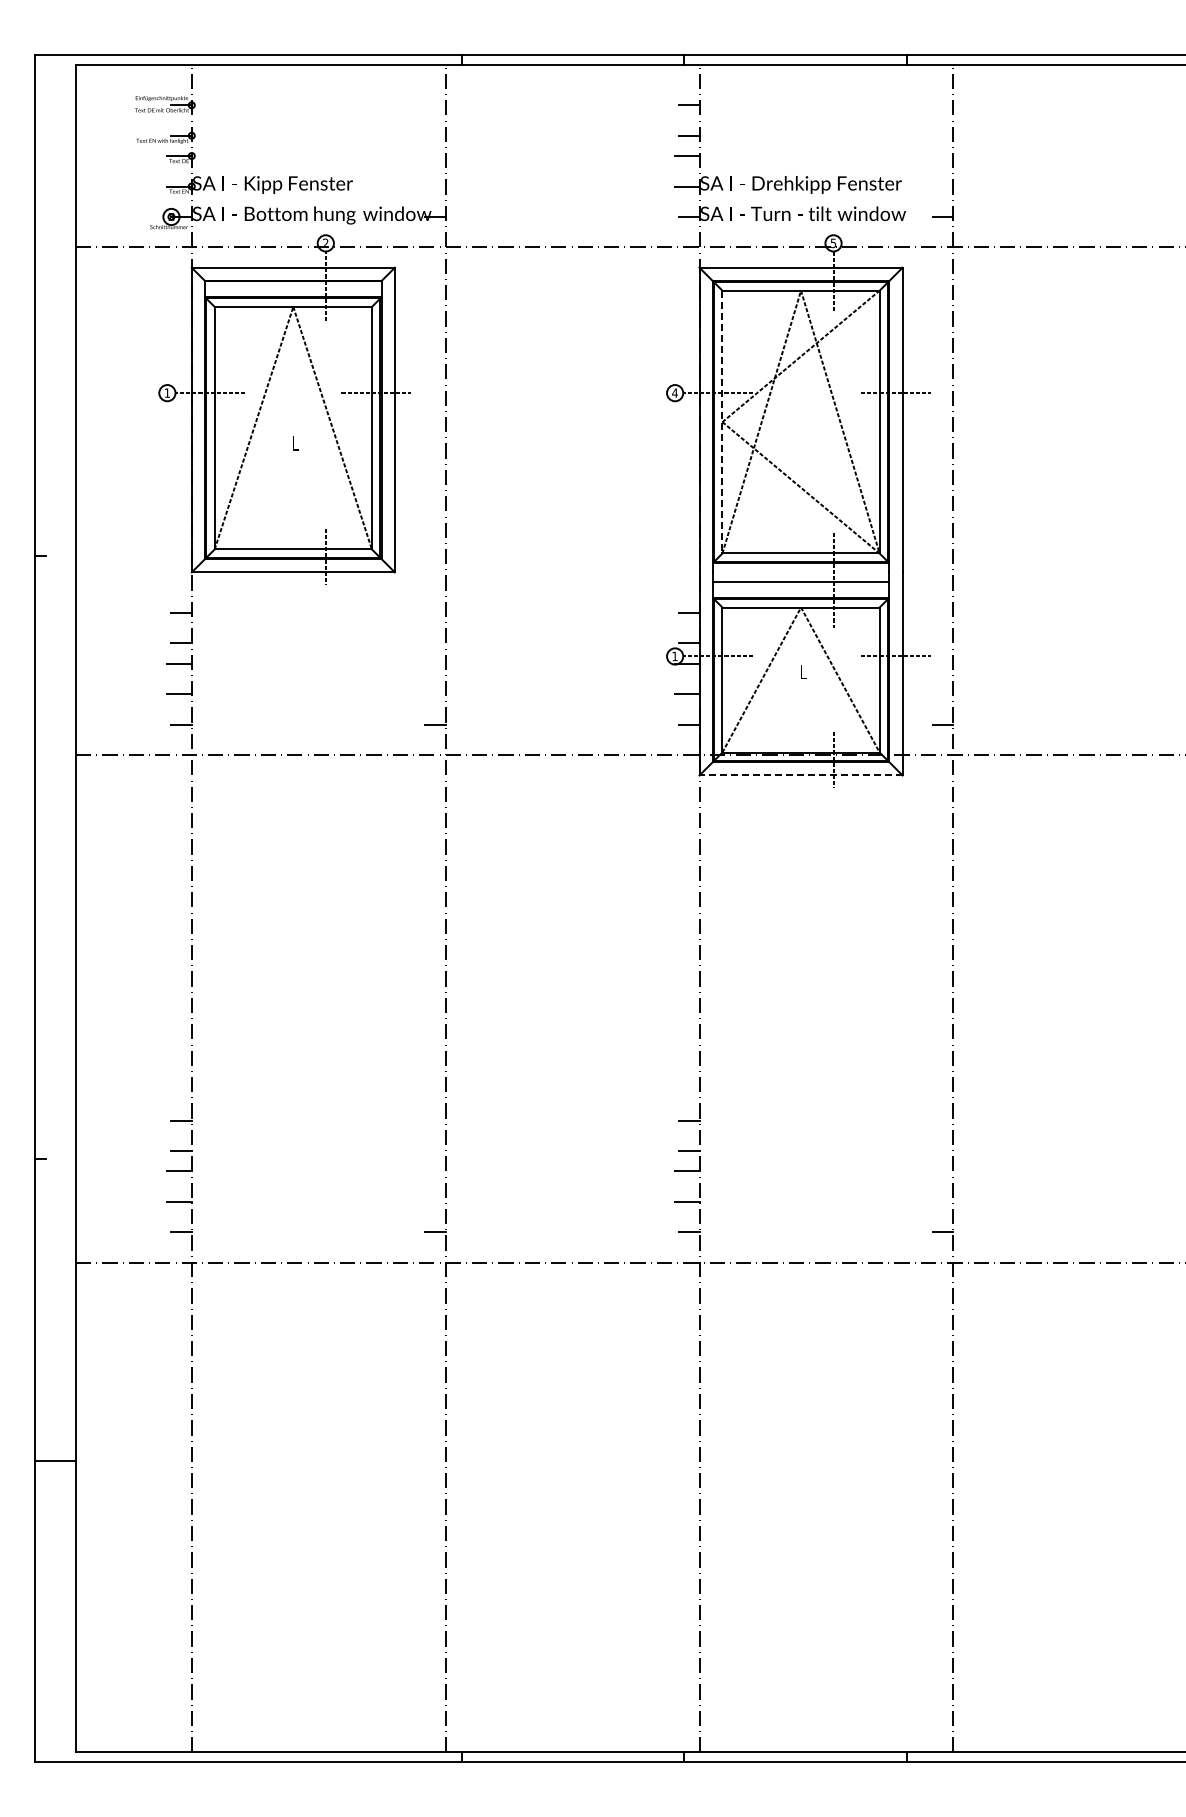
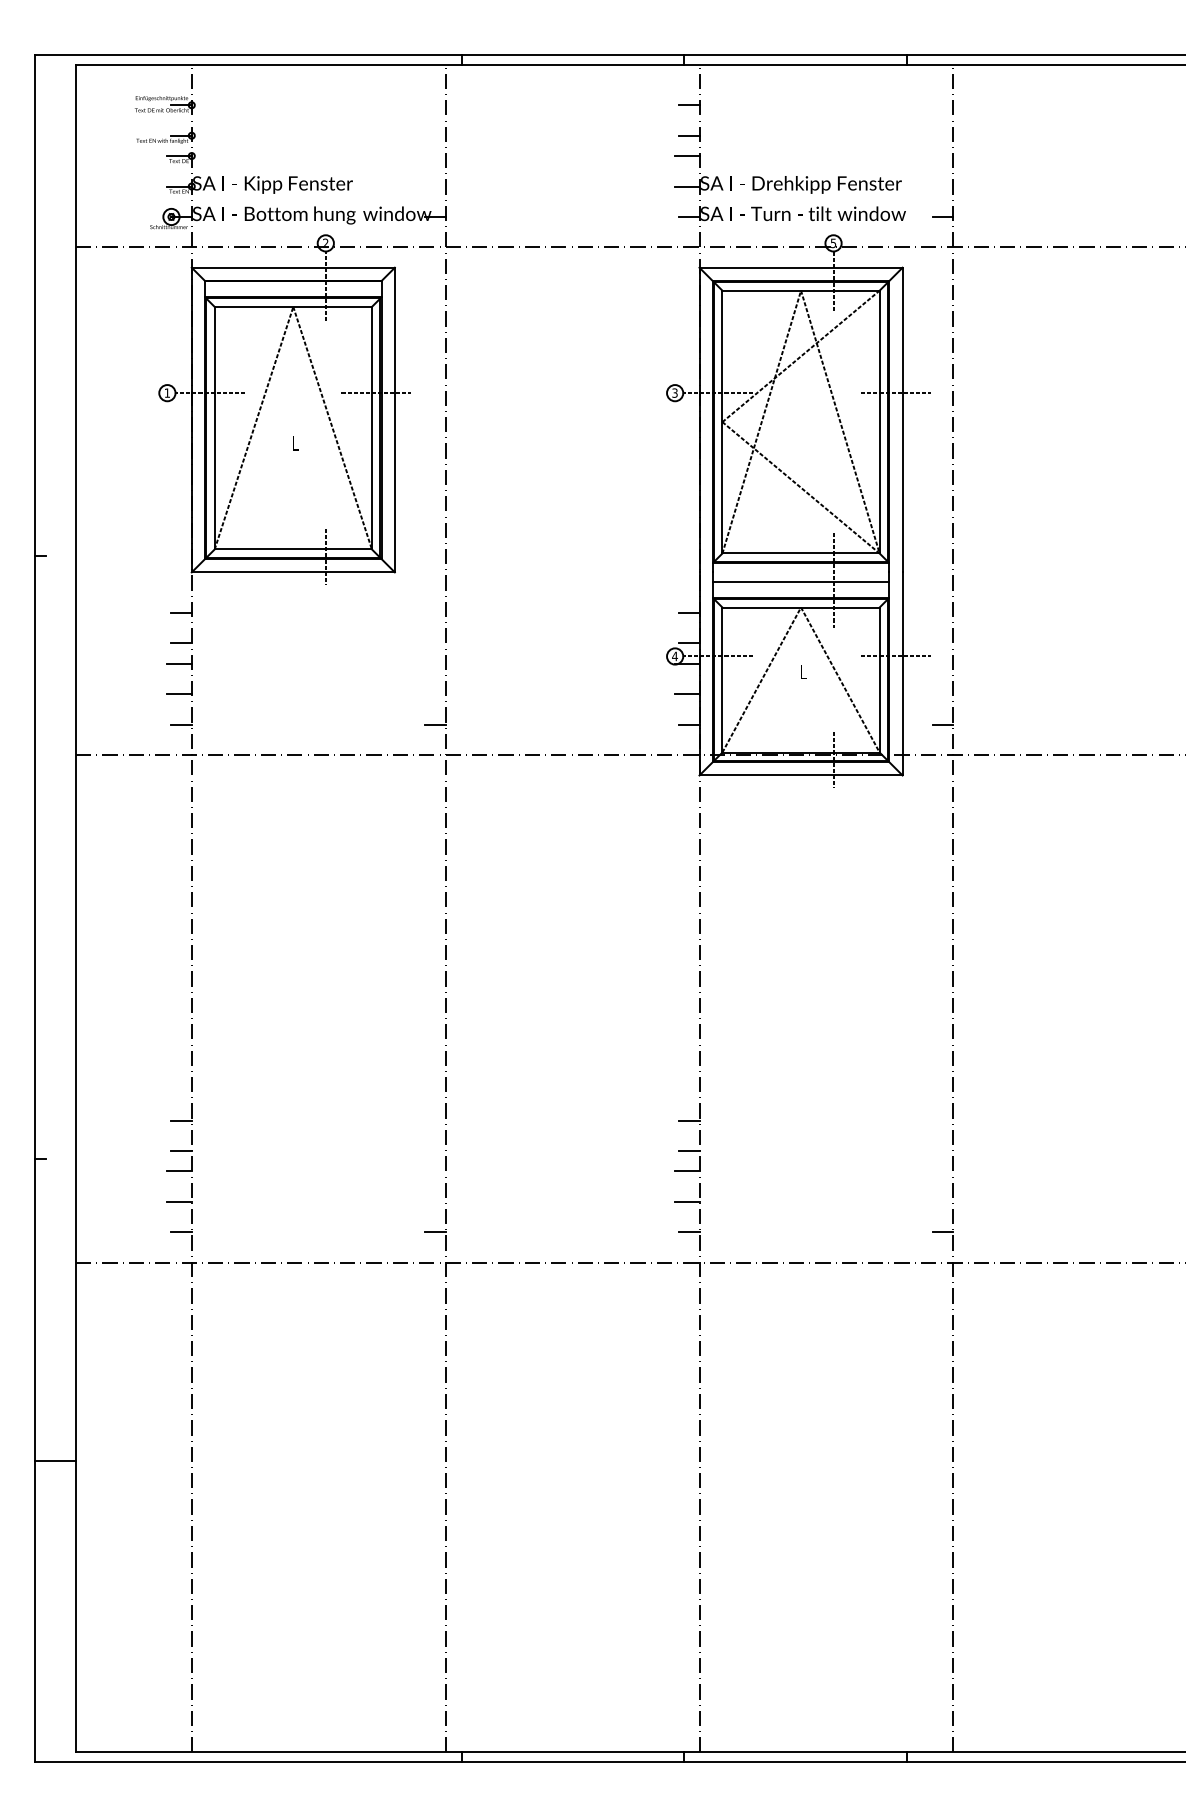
text at (674, 392): 4 -> 3
line at (722, 422): dashed -> solid
text at (674, 656): 1 -> 4
line at (801, 775): dashed -> solid
